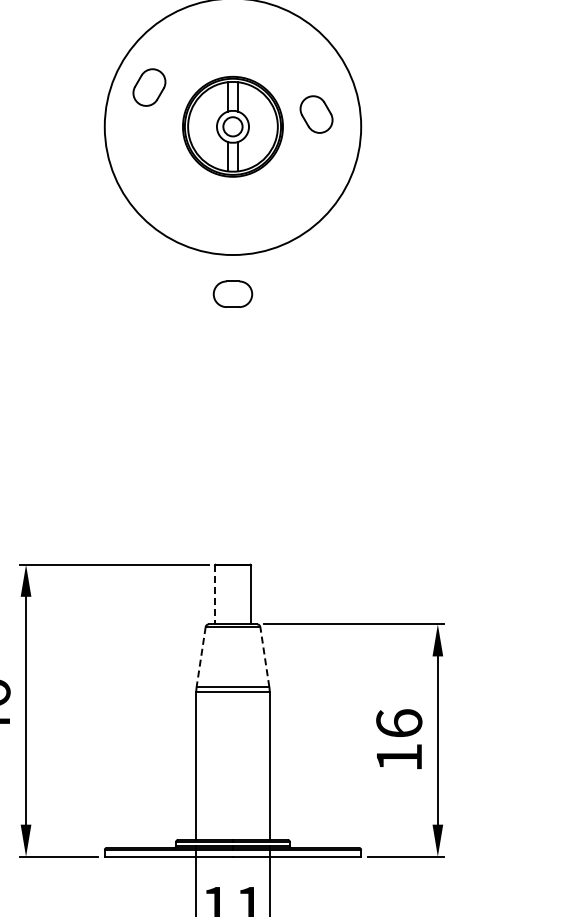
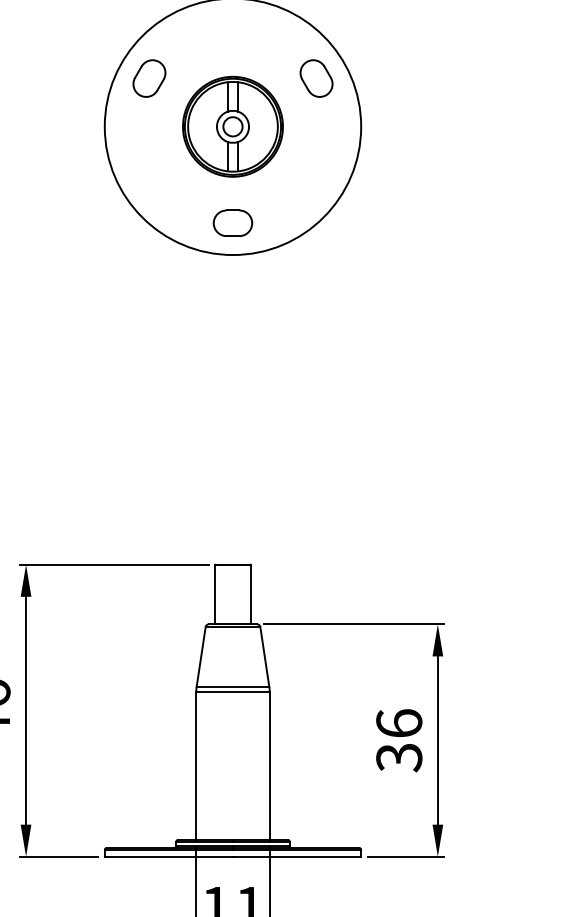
part at (149, 87) position: (149, 87) -> (149, 78)
part at (316, 114) position: (316, 114) -> (316, 78)
part at (232, 293) position: (232, 293) -> (232, 222)
line at (215, 595): dashed -> solid
line at (264, 656): dashed -> solid
line at (201, 657): dashed -> solid
text at (399, 758): 16 -> 36
